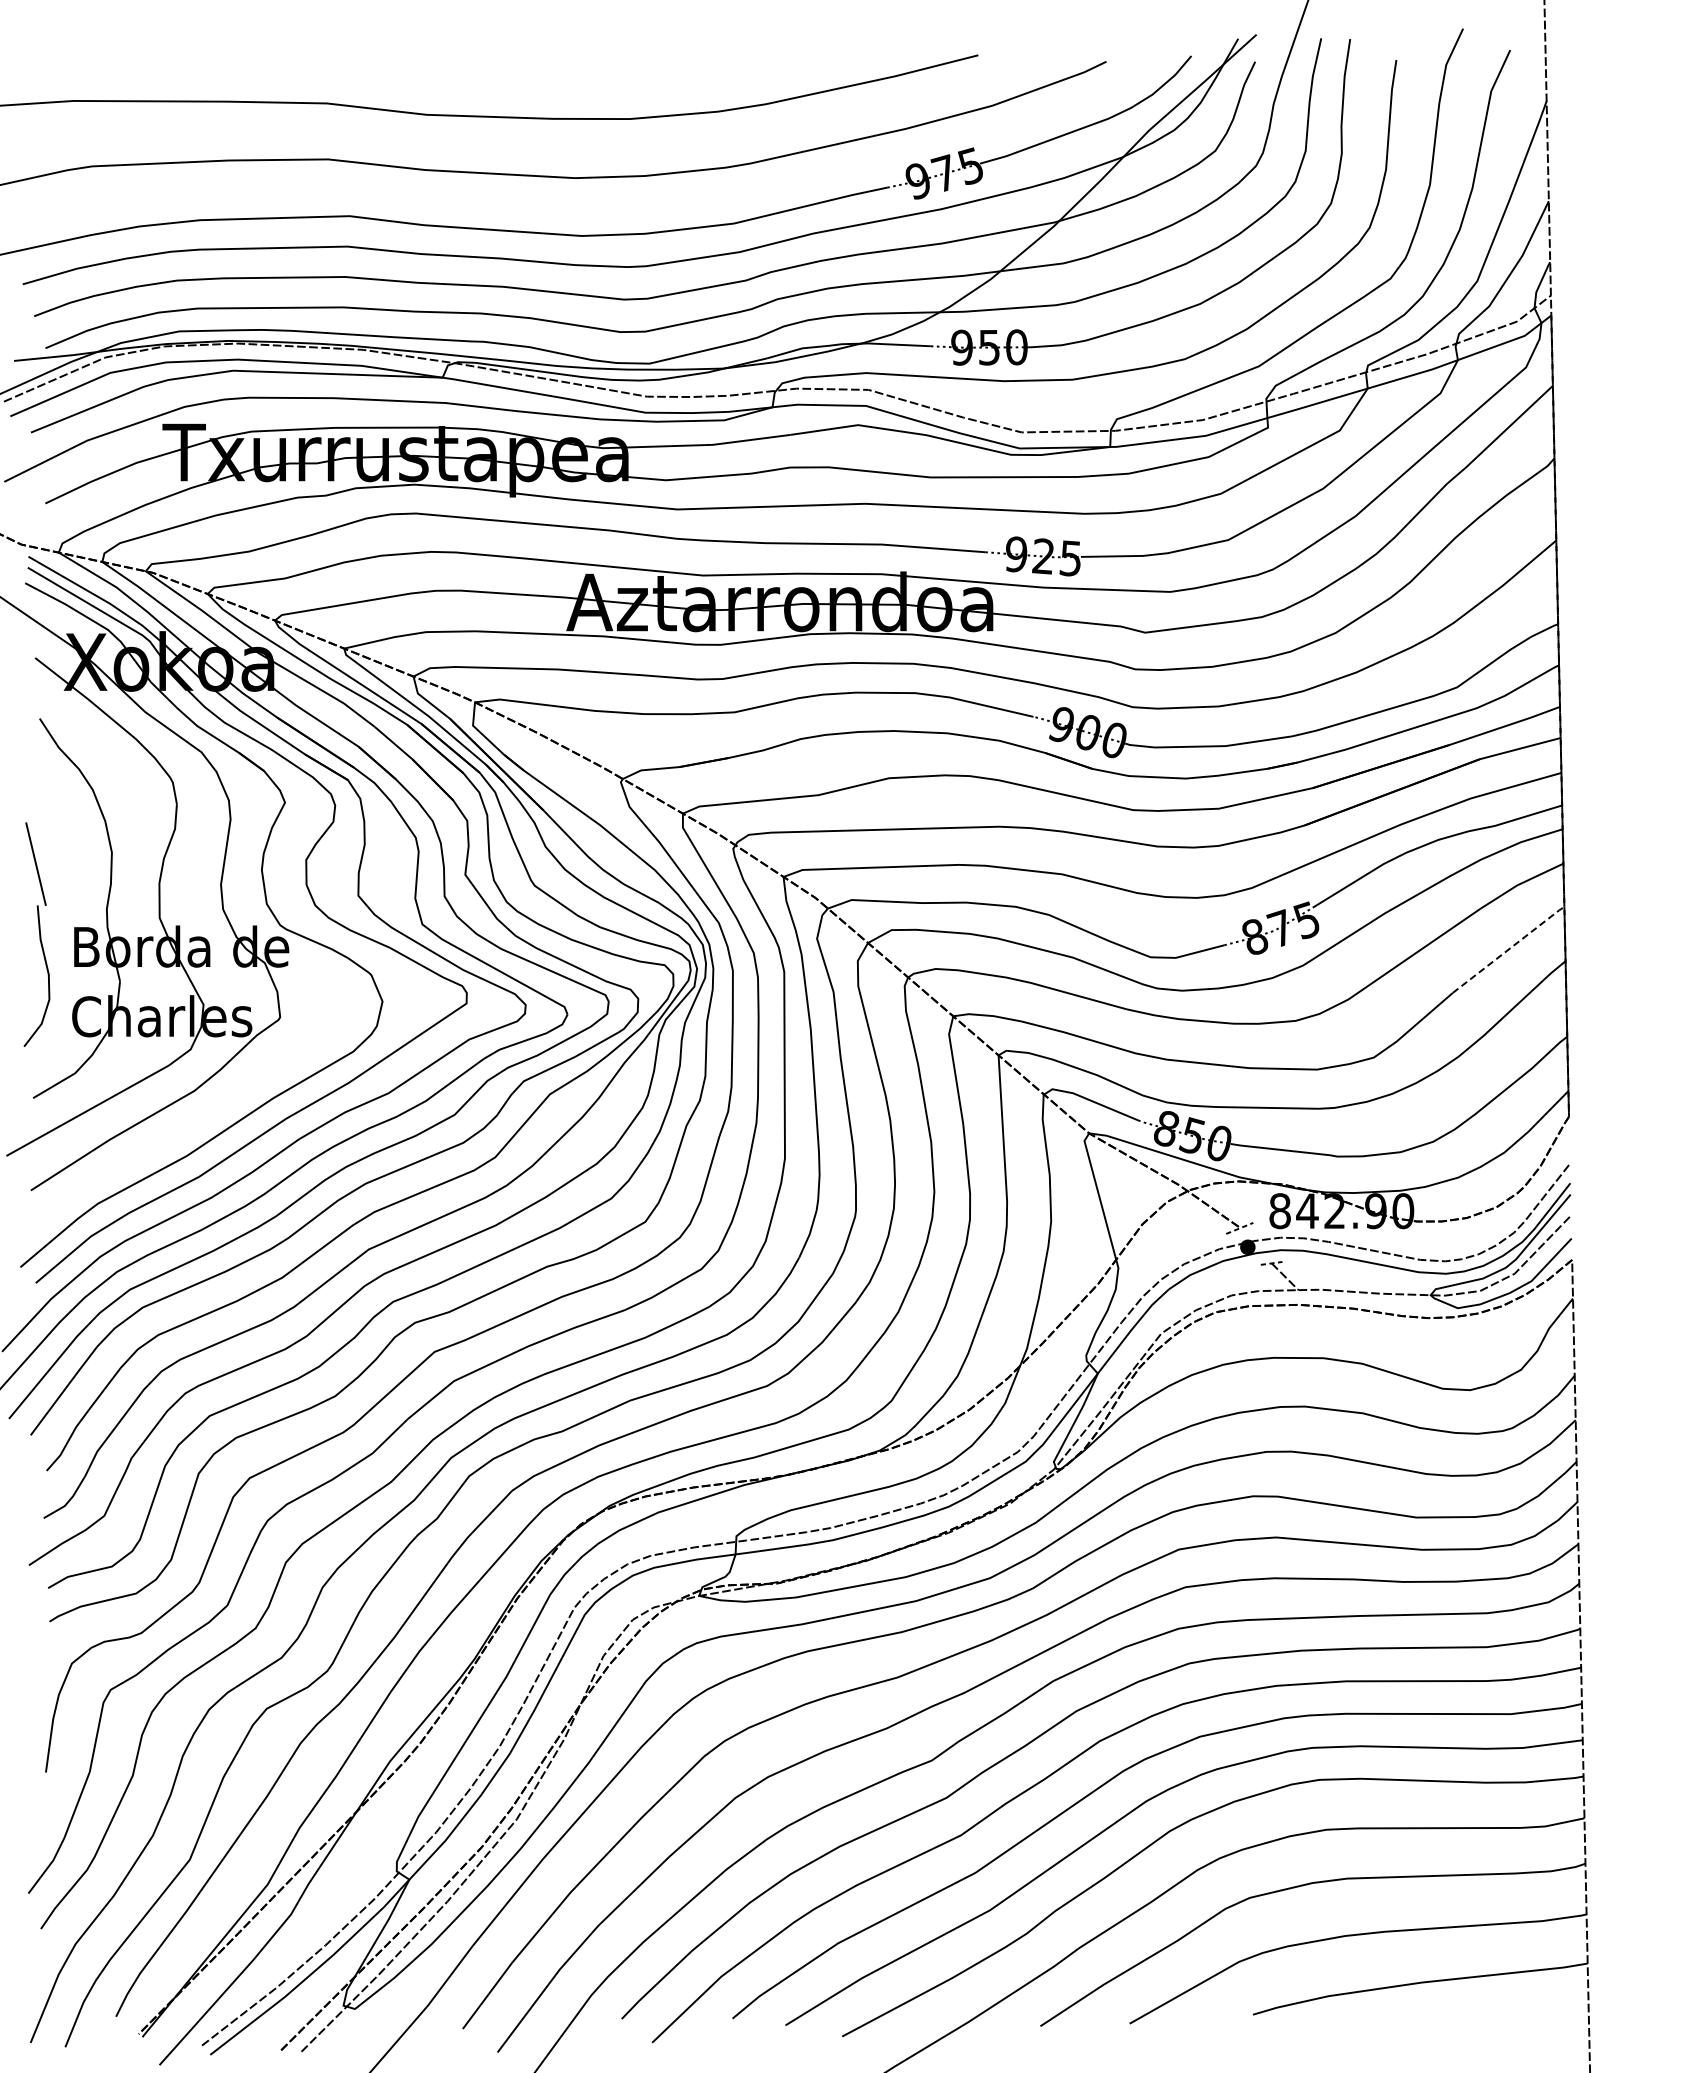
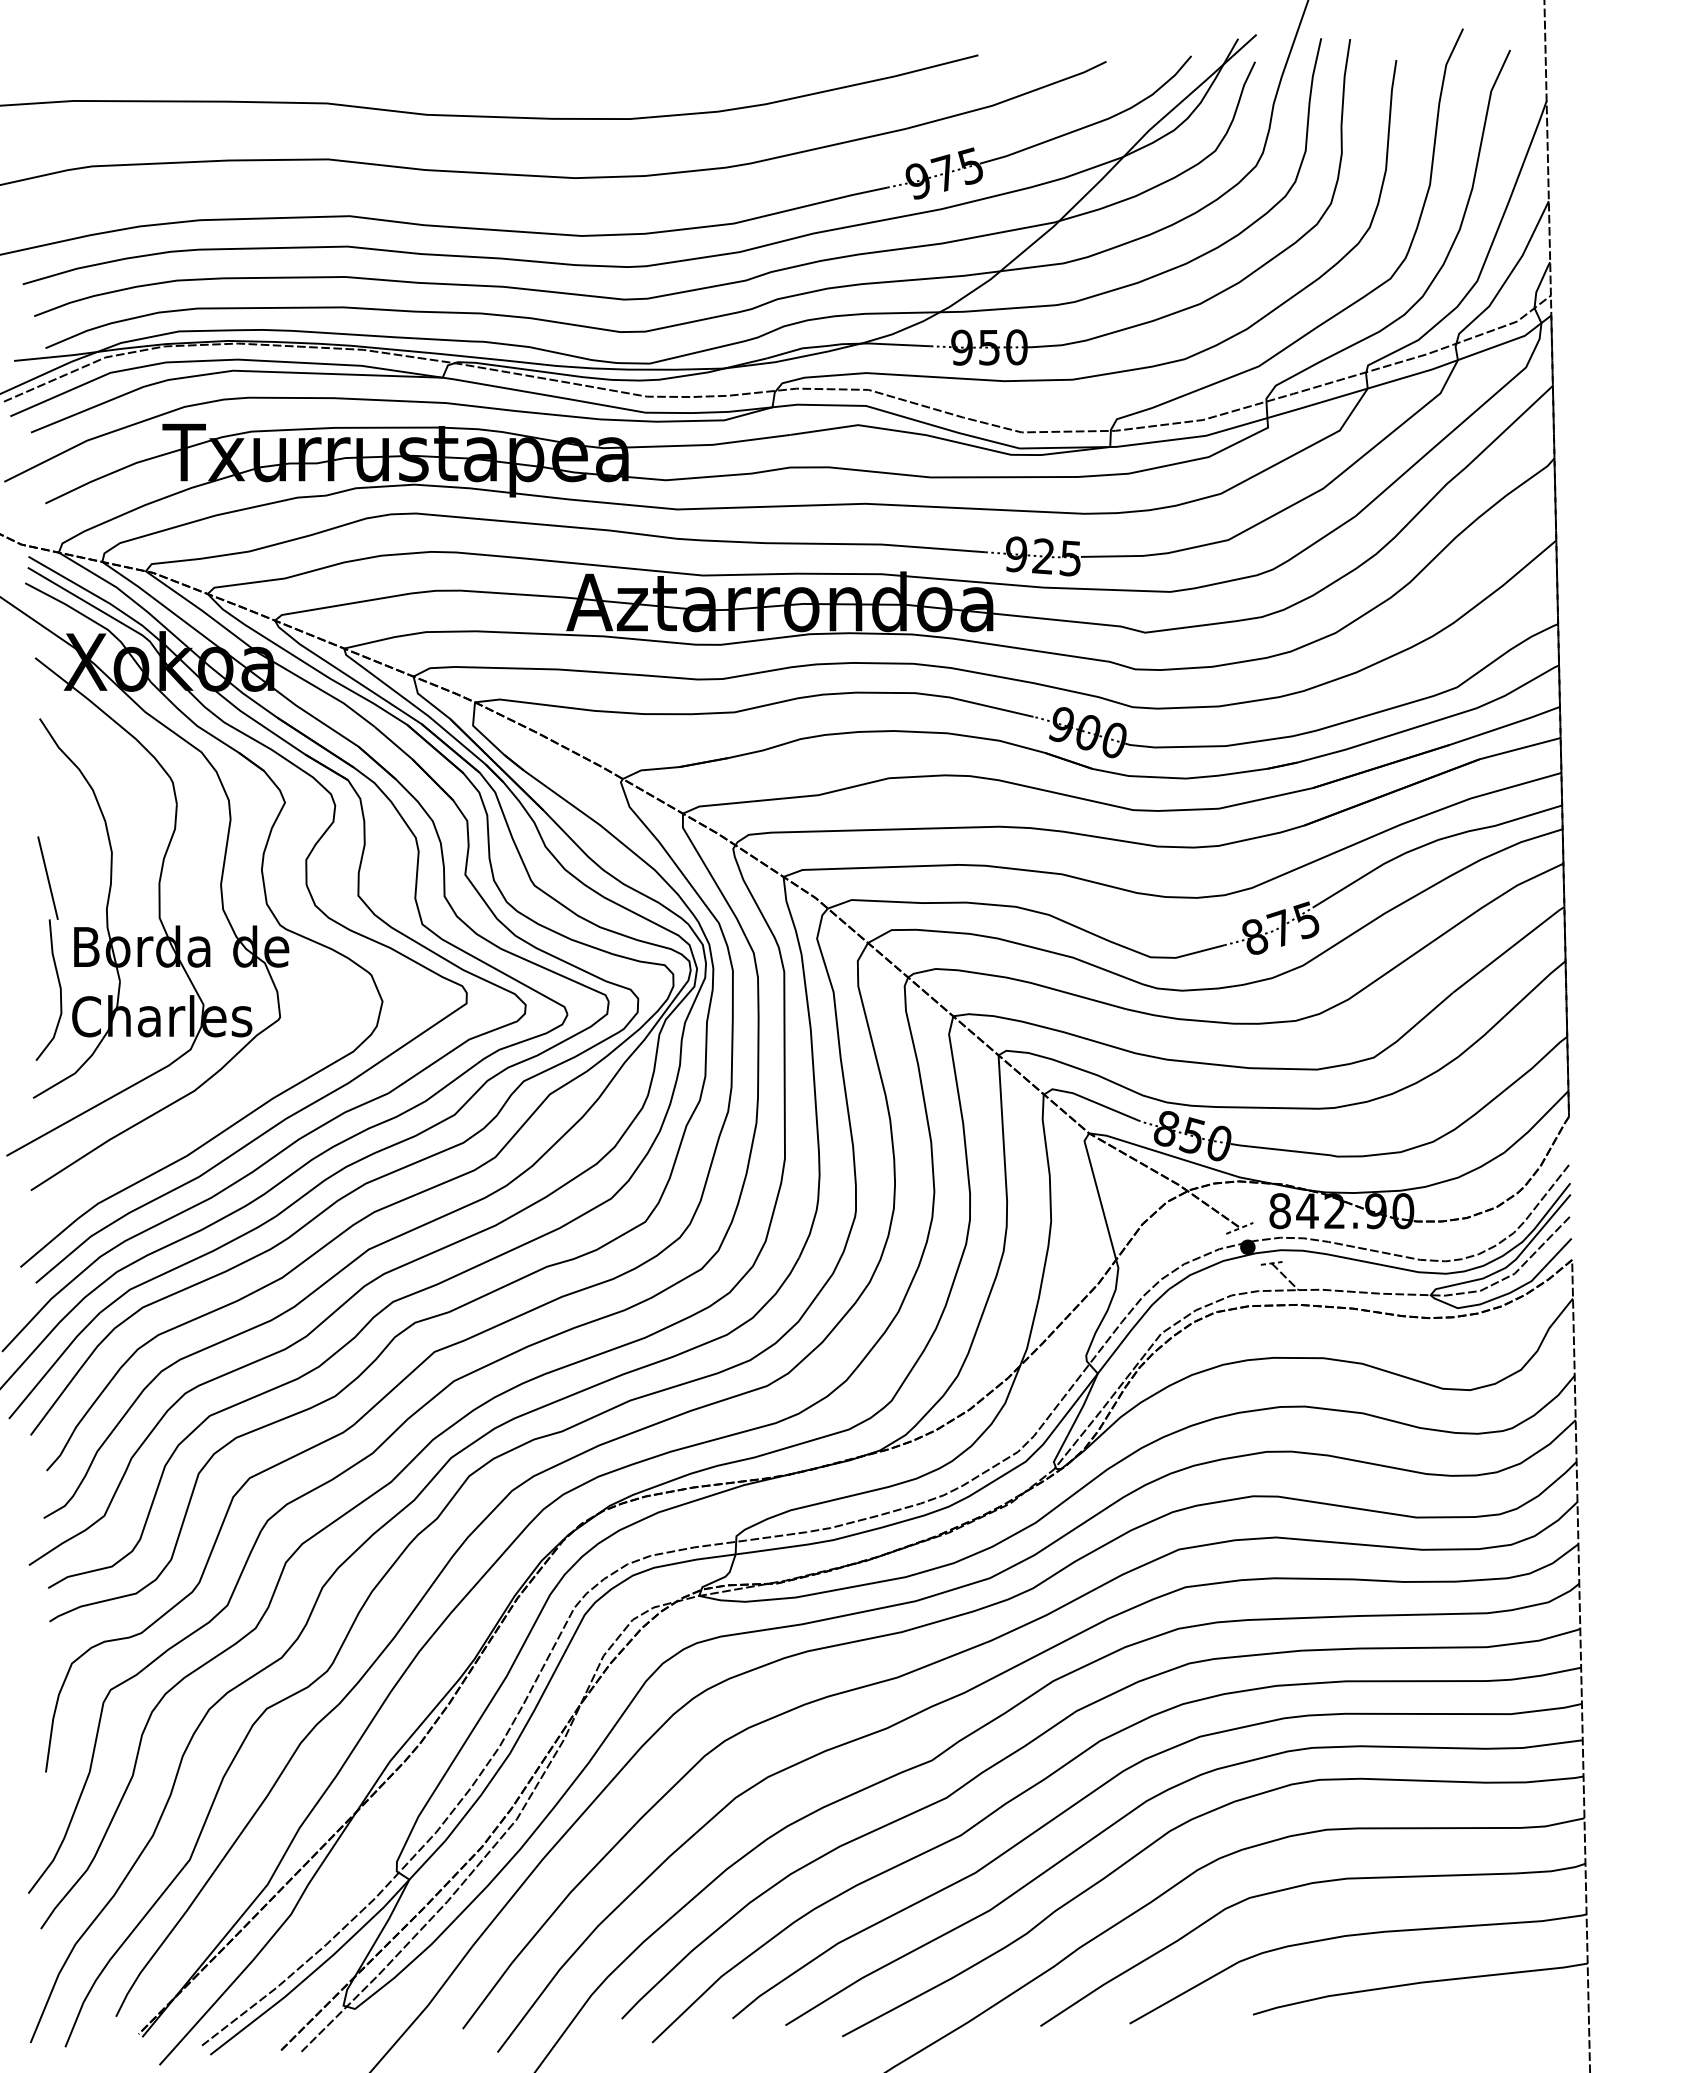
part at (36, 934) position: (36, 934) -> (48, 948)
line at (1509, 948): dashed -> solid
